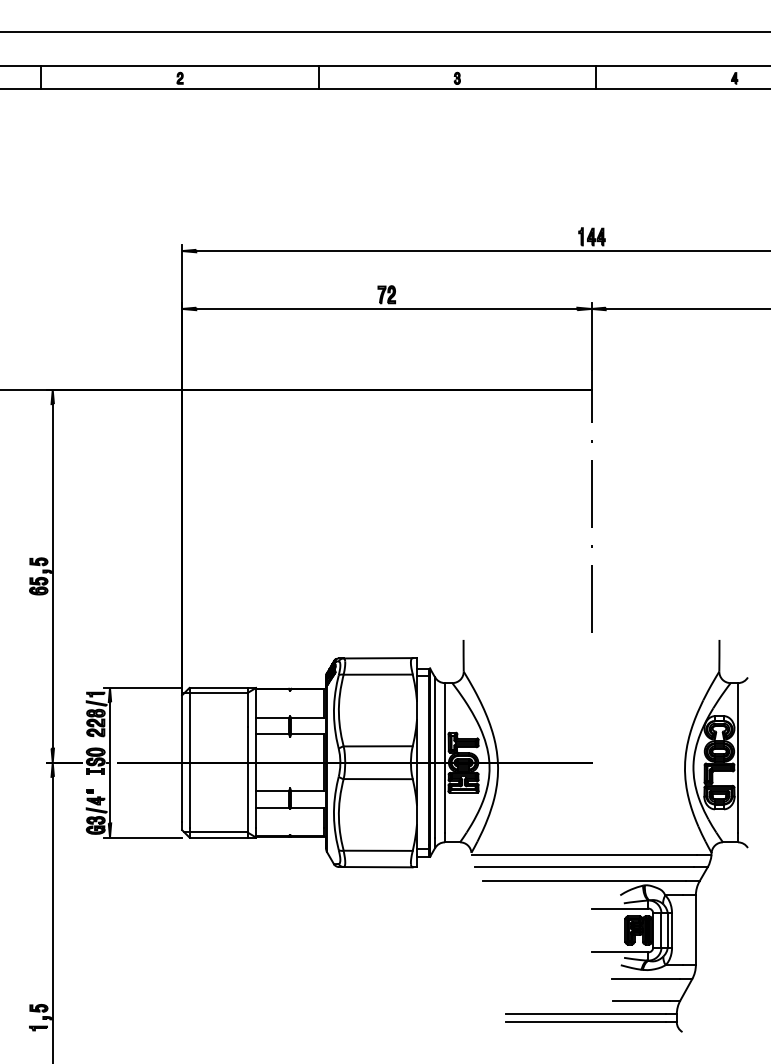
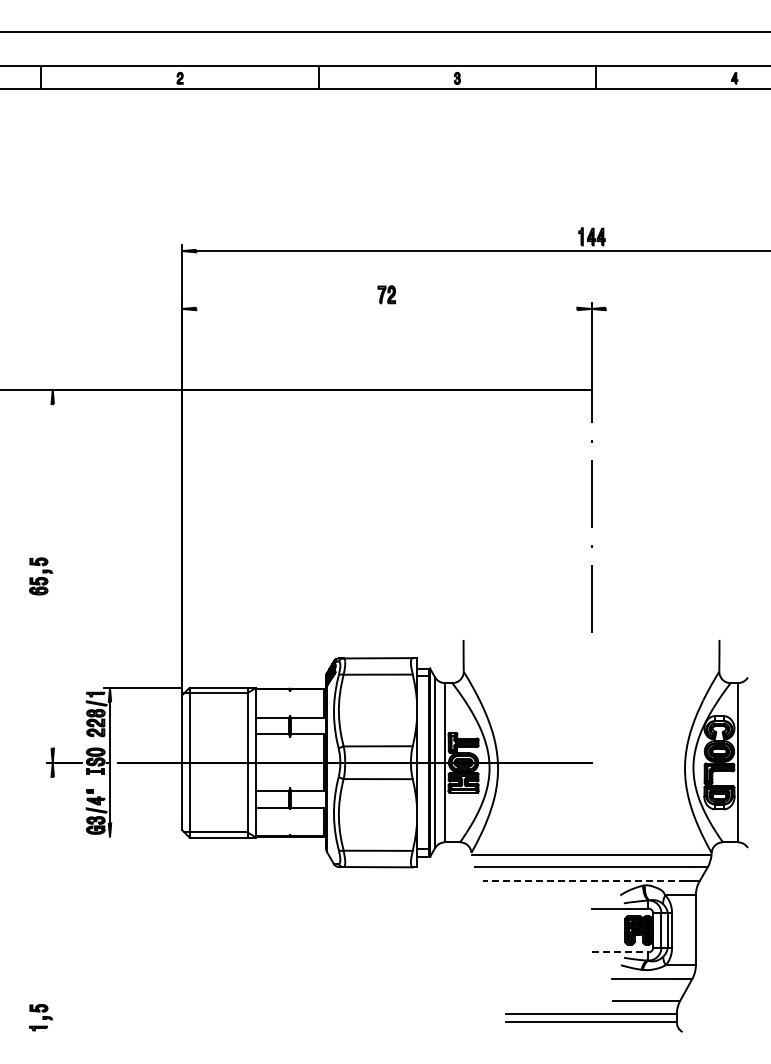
line at (386, 308): present -> none
line at (686, 308): present -> none
line at (52, 576): present -> none
line at (143, 837): present -> none
line at (584, 881): solid -> dashed
line at (52, 918): present -> none
line at (620, 952): solid -> dashed
